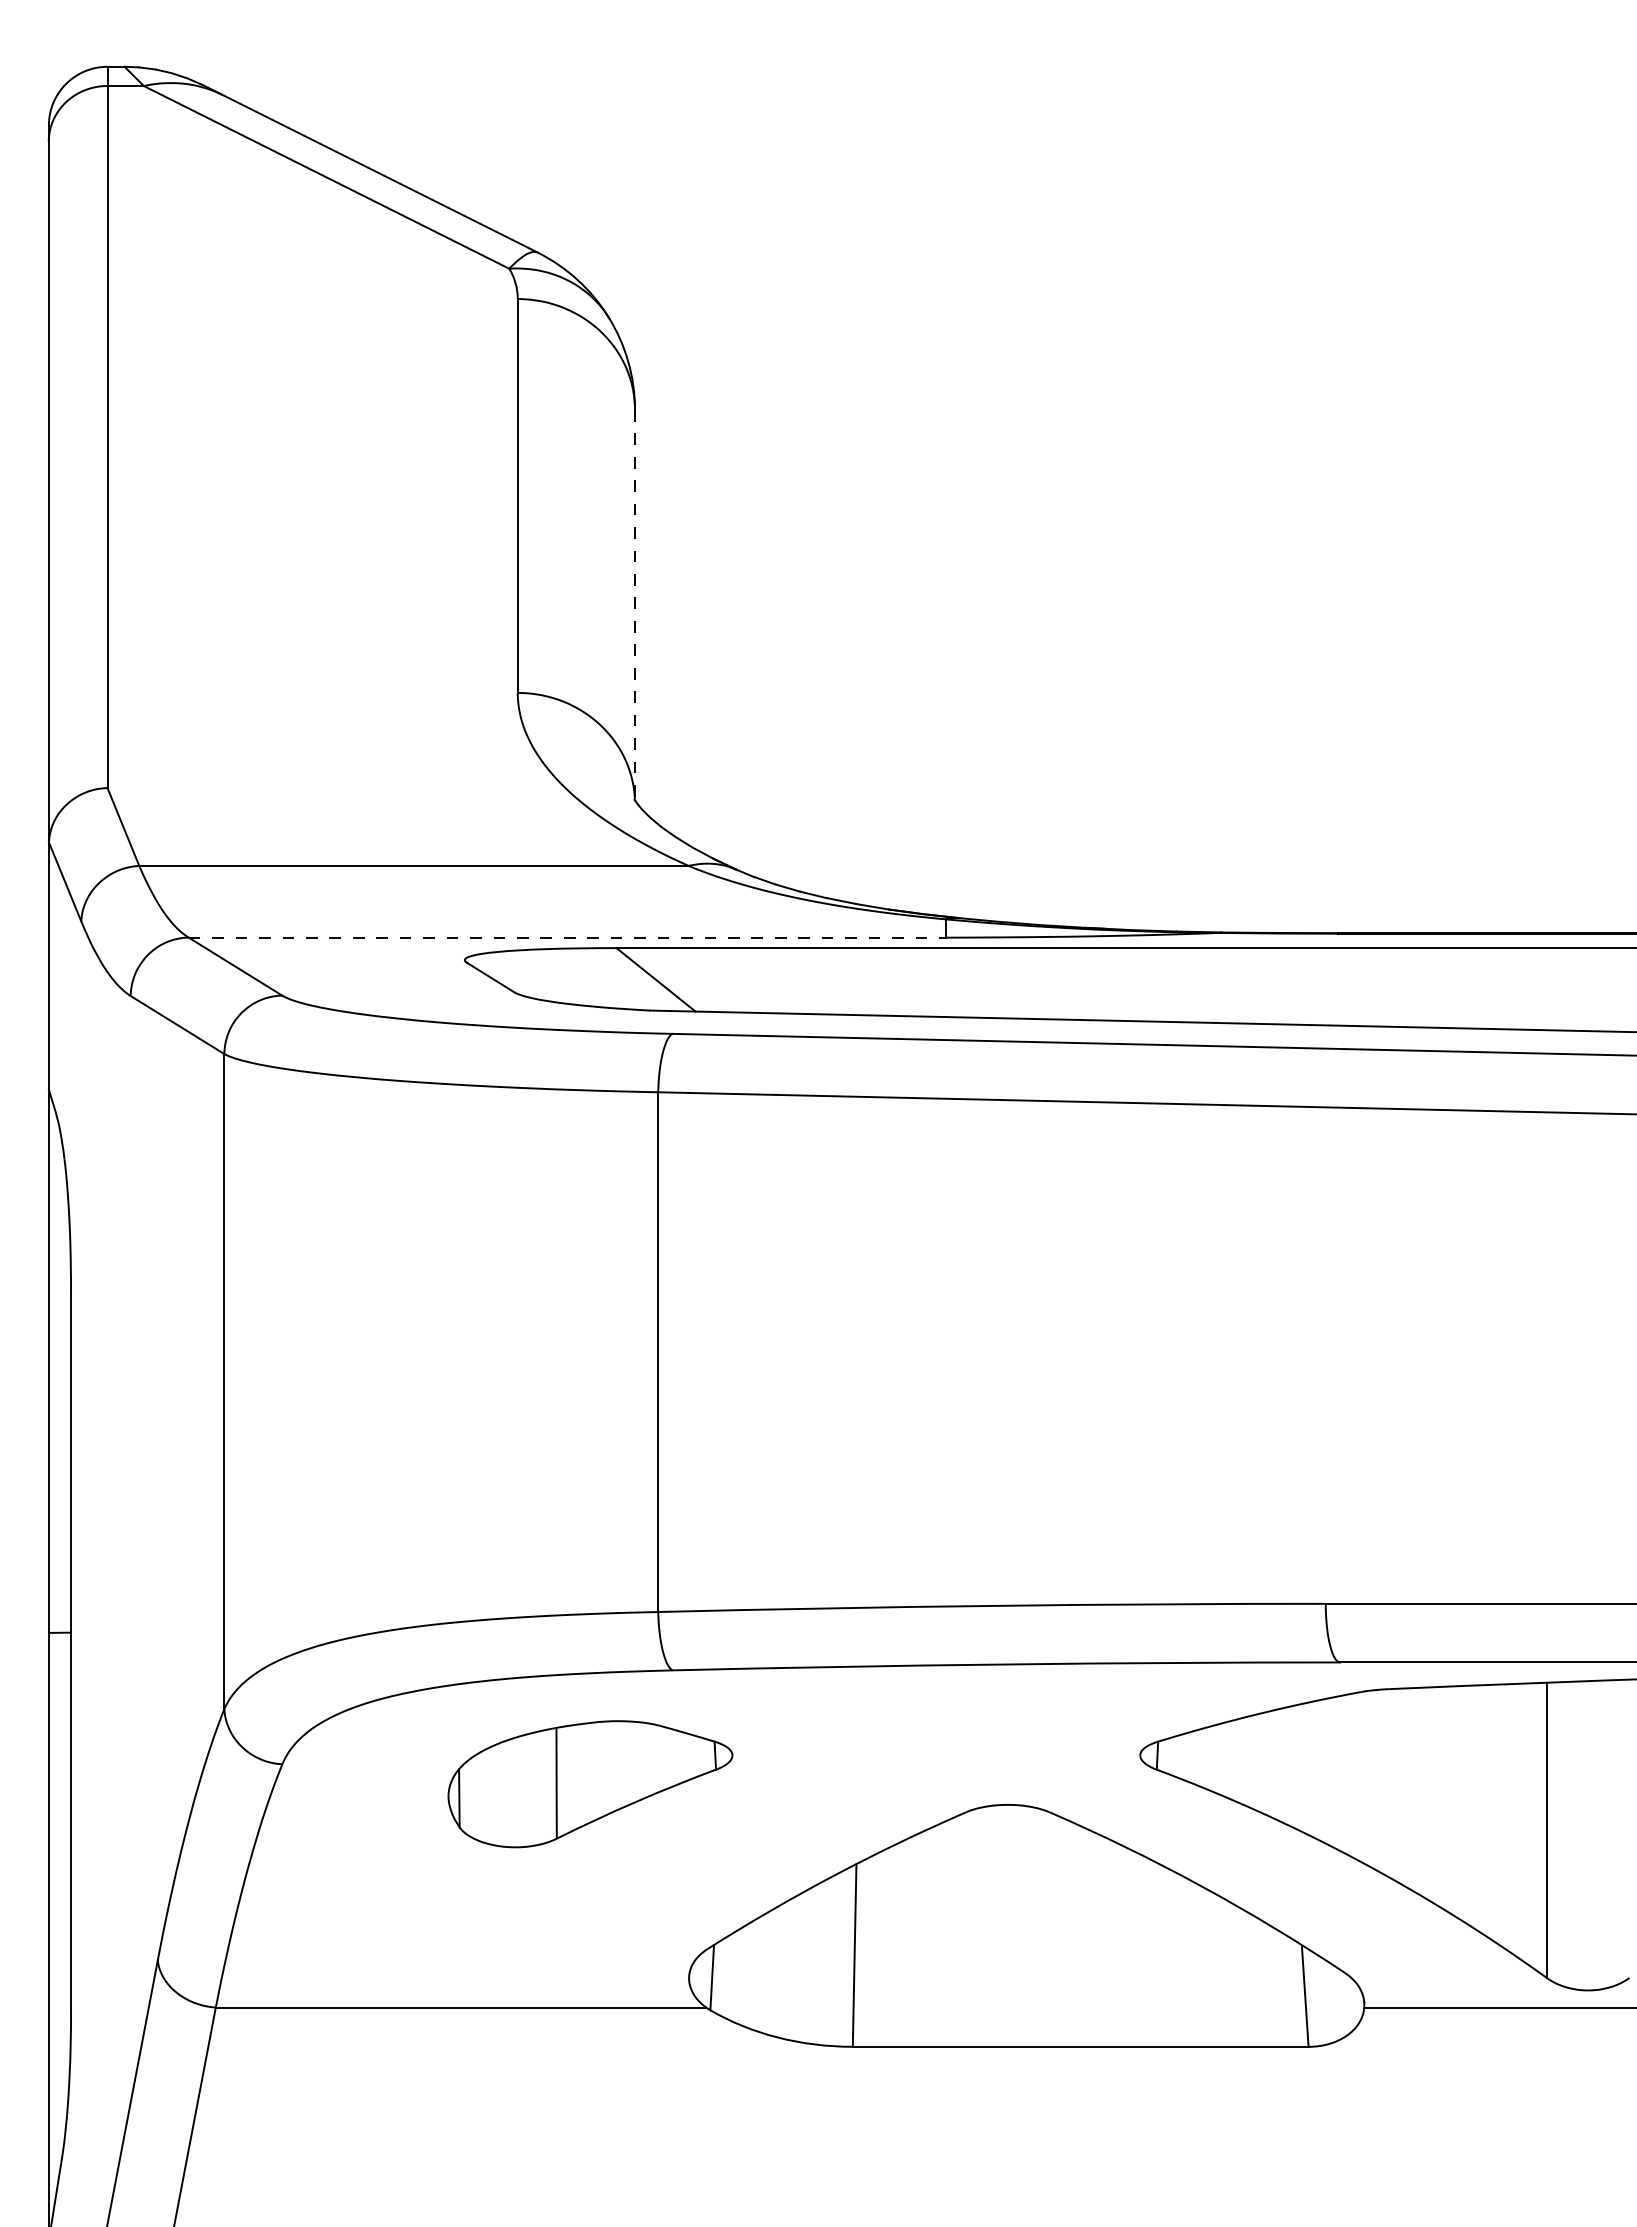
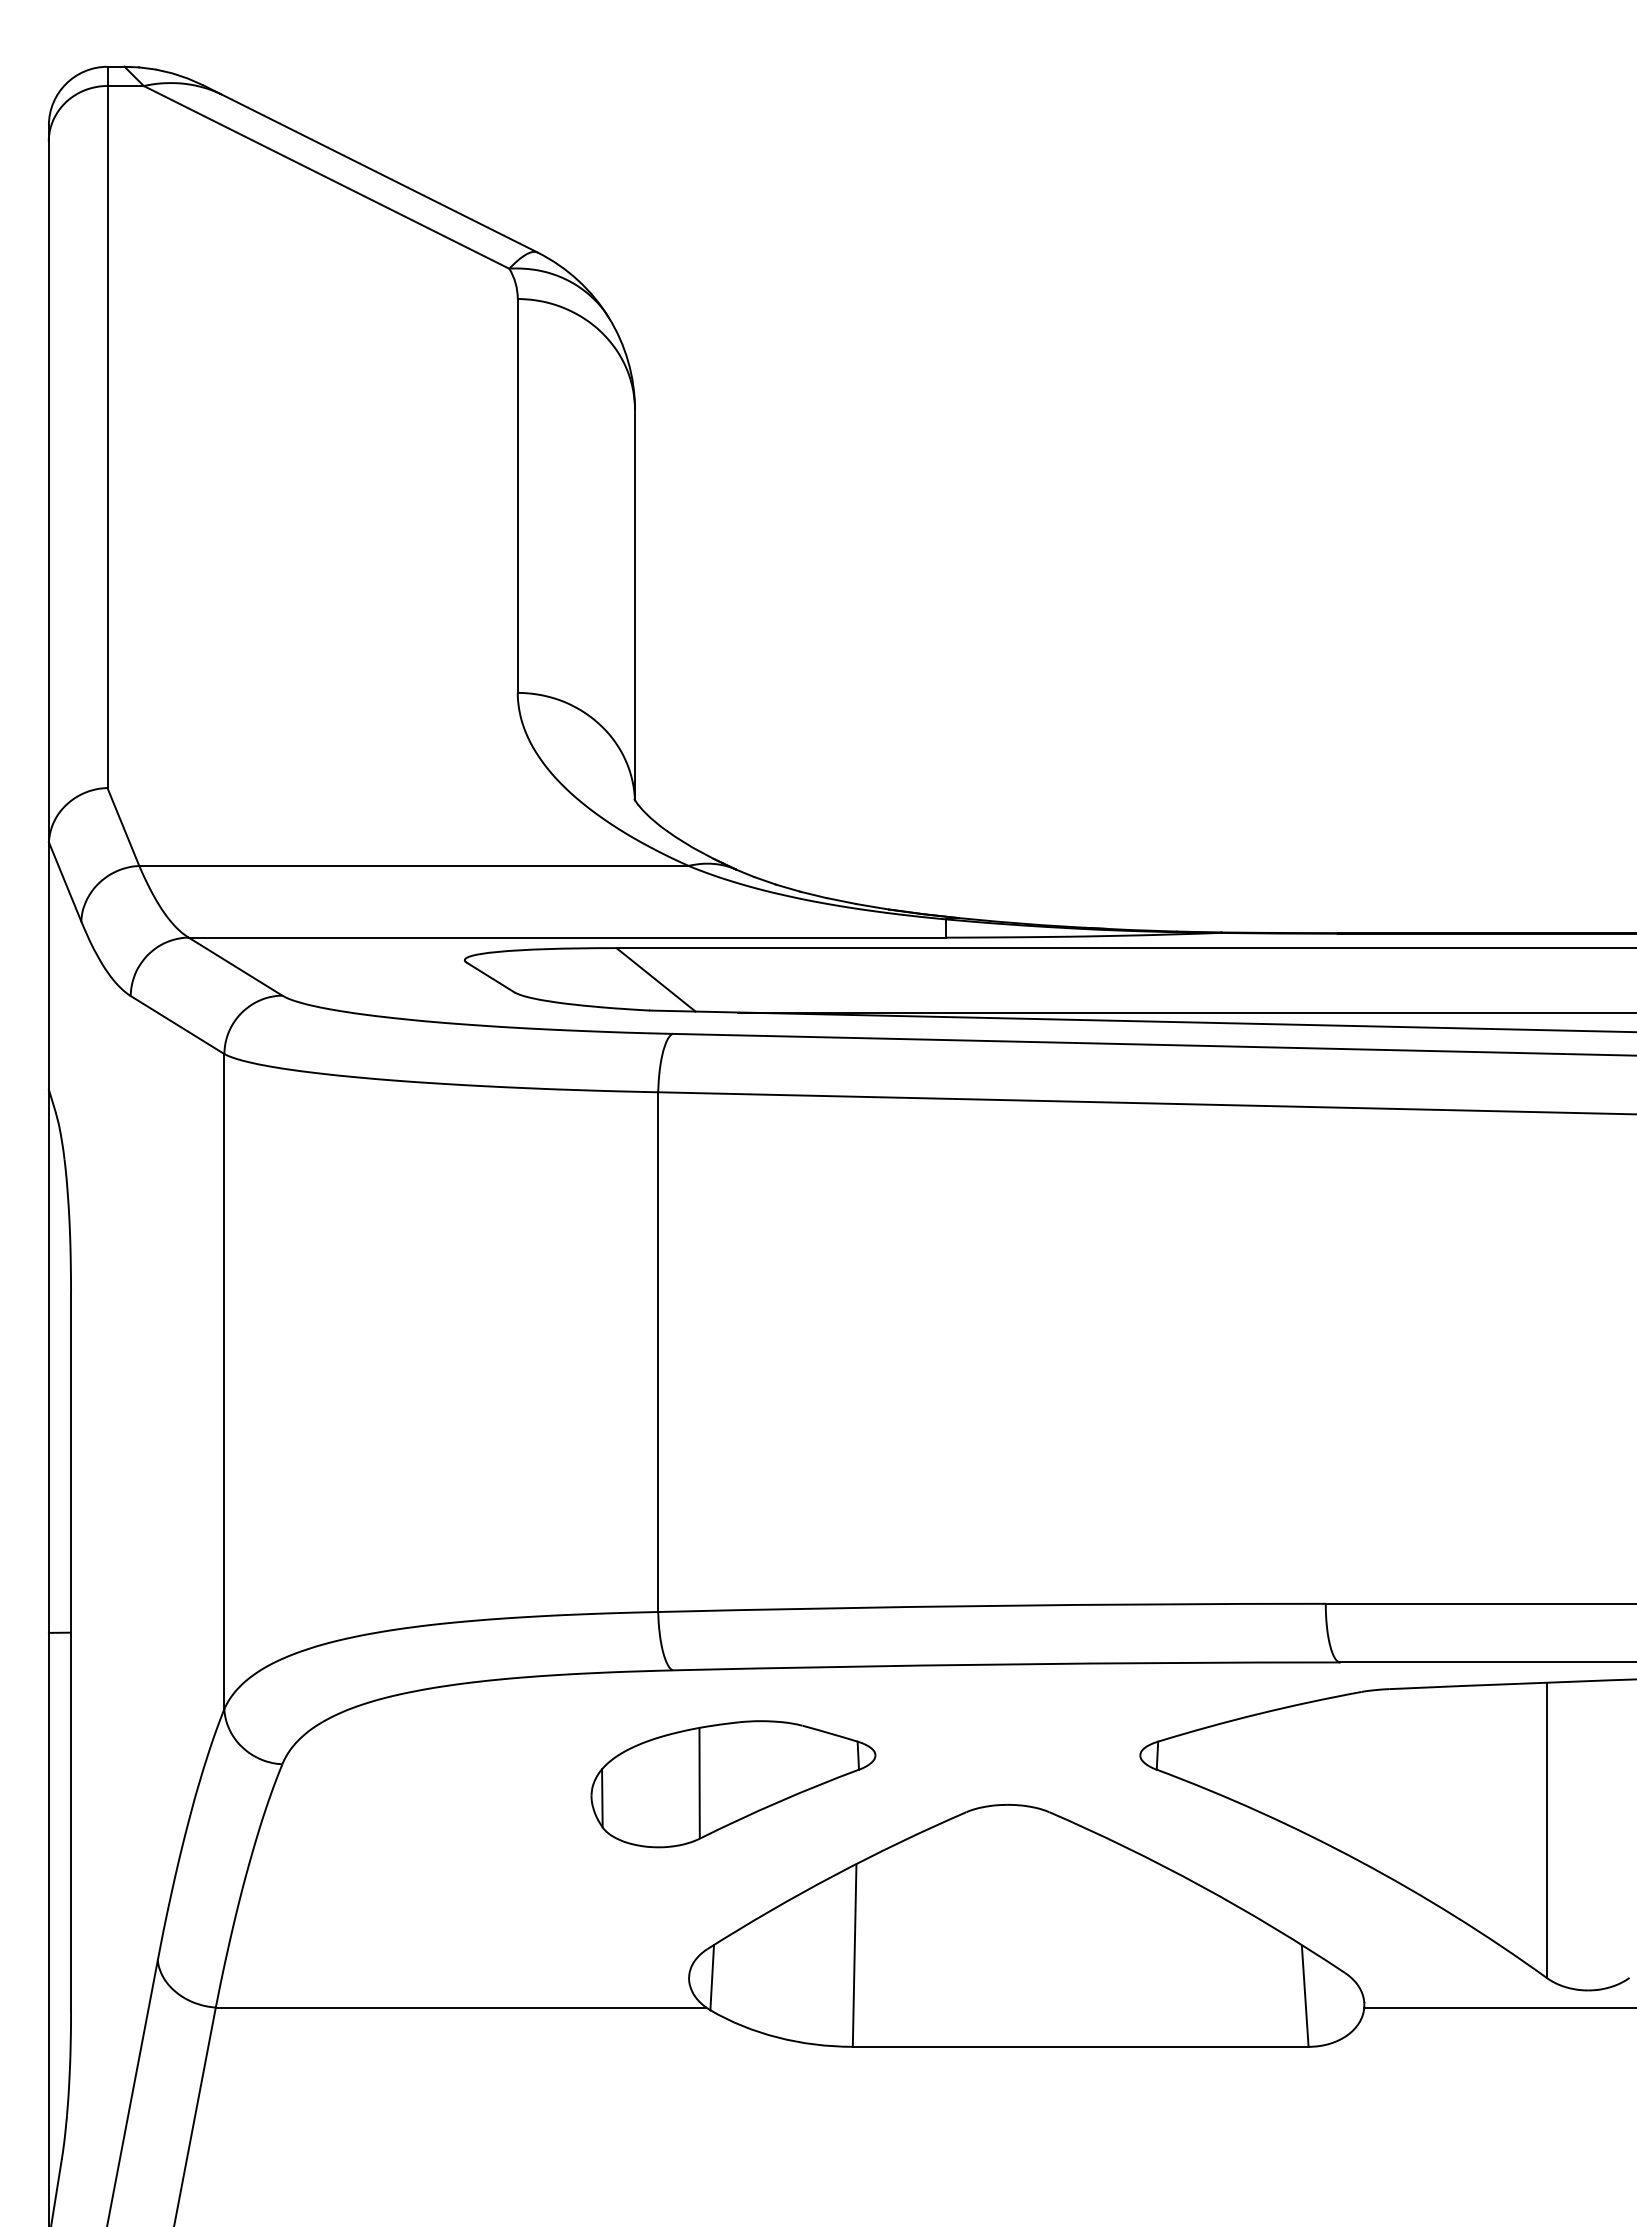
line at (635, 605): dashed -> solid
line at (567, 937): dashed -> solid
line at (1185, 1012): none -> present
part at (590, 1784) position: (590, 1784) -> (733, 1784)
